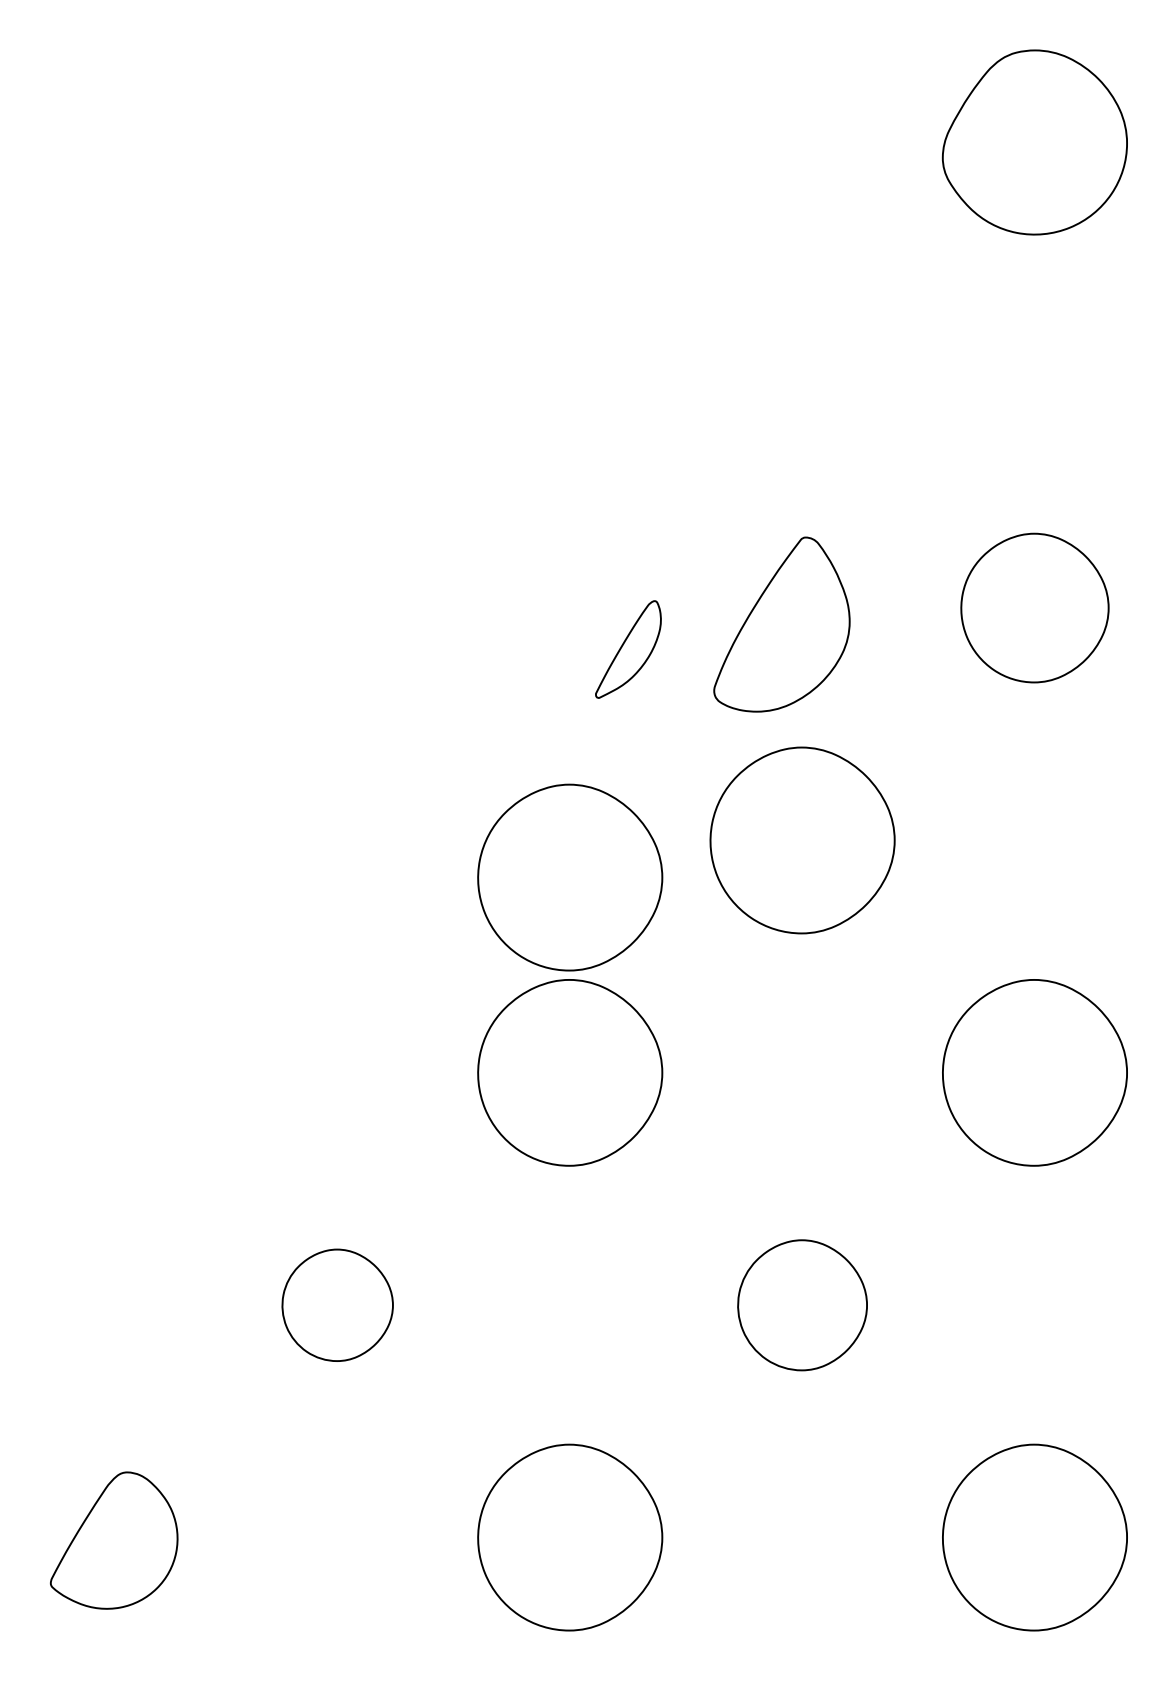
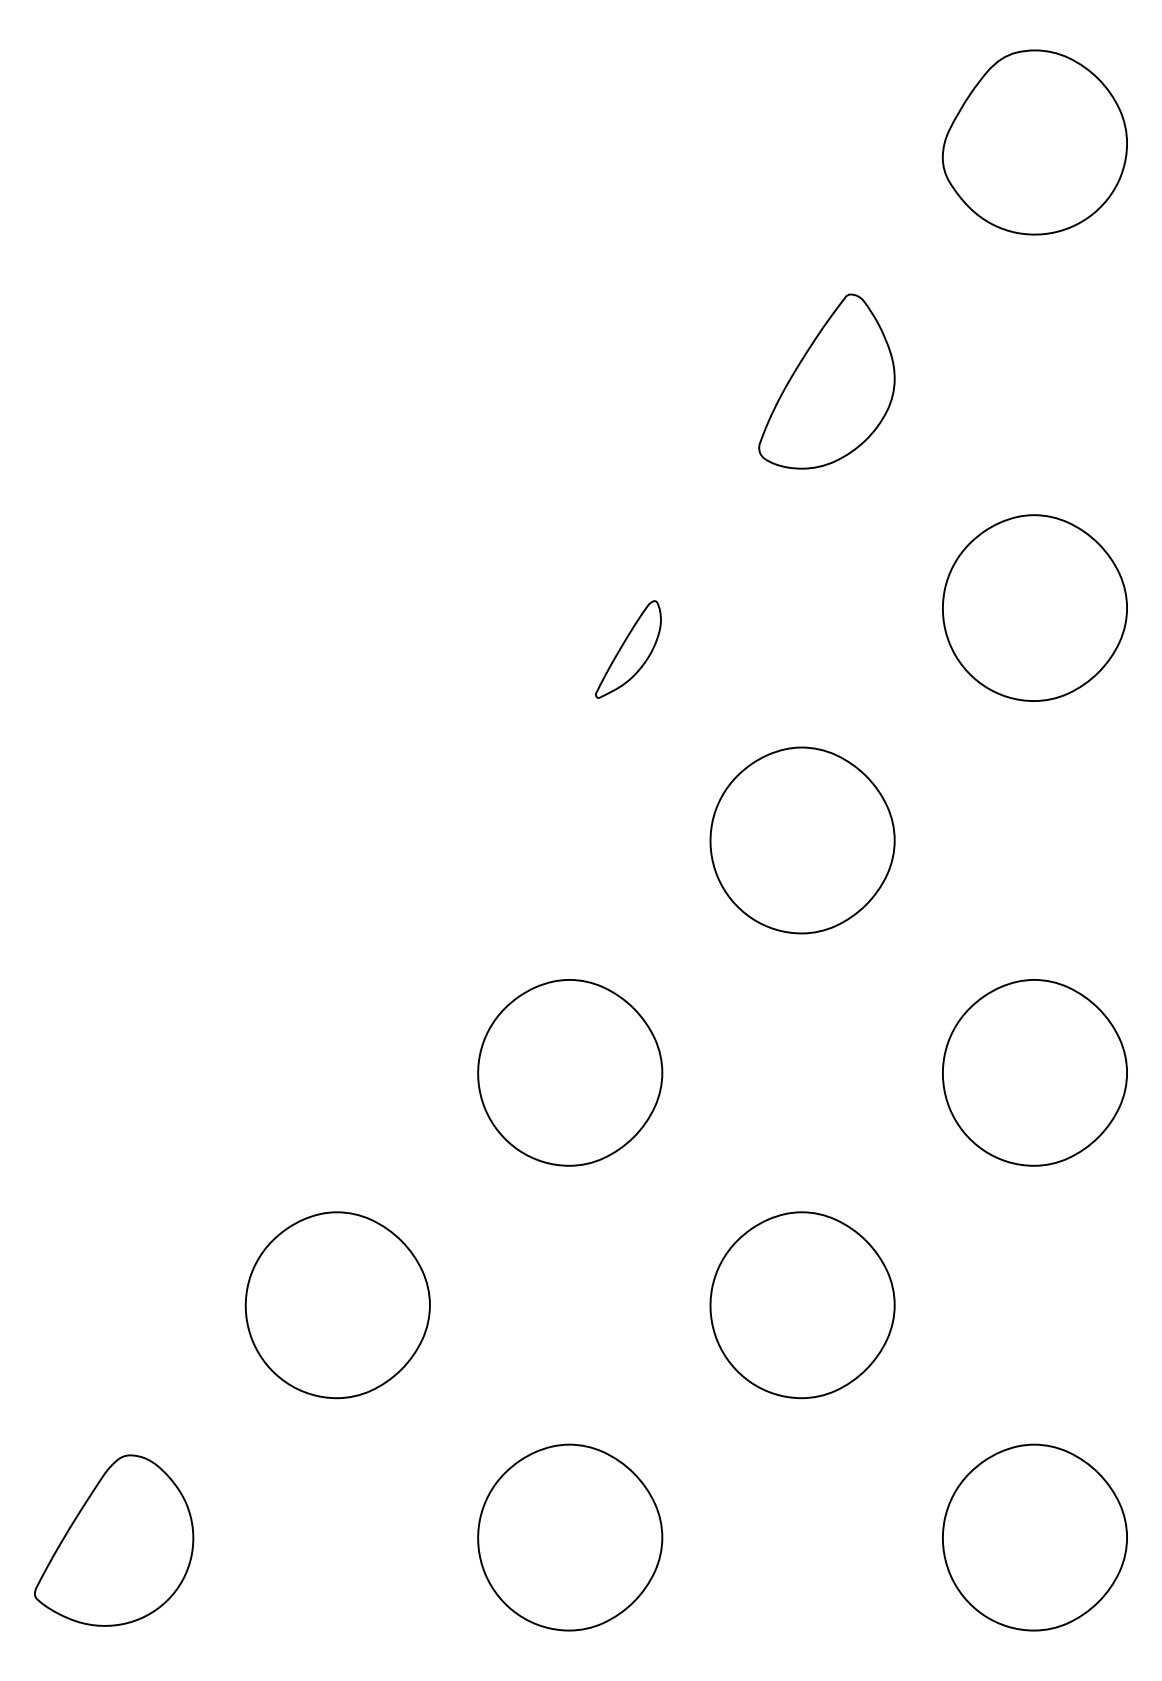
part at (1034, 607) size: 150x152 px -> 186x188 px
part at (781, 624) position: (781, 624) -> (826, 381)
part at (570, 877): present -> none
part at (337, 1304) size: 113x114 px -> 187x189 px
part at (802, 1305) size: 131x133 px -> 187x189 px
part at (114, 1540) size: 129x139 px -> 161x173 px
